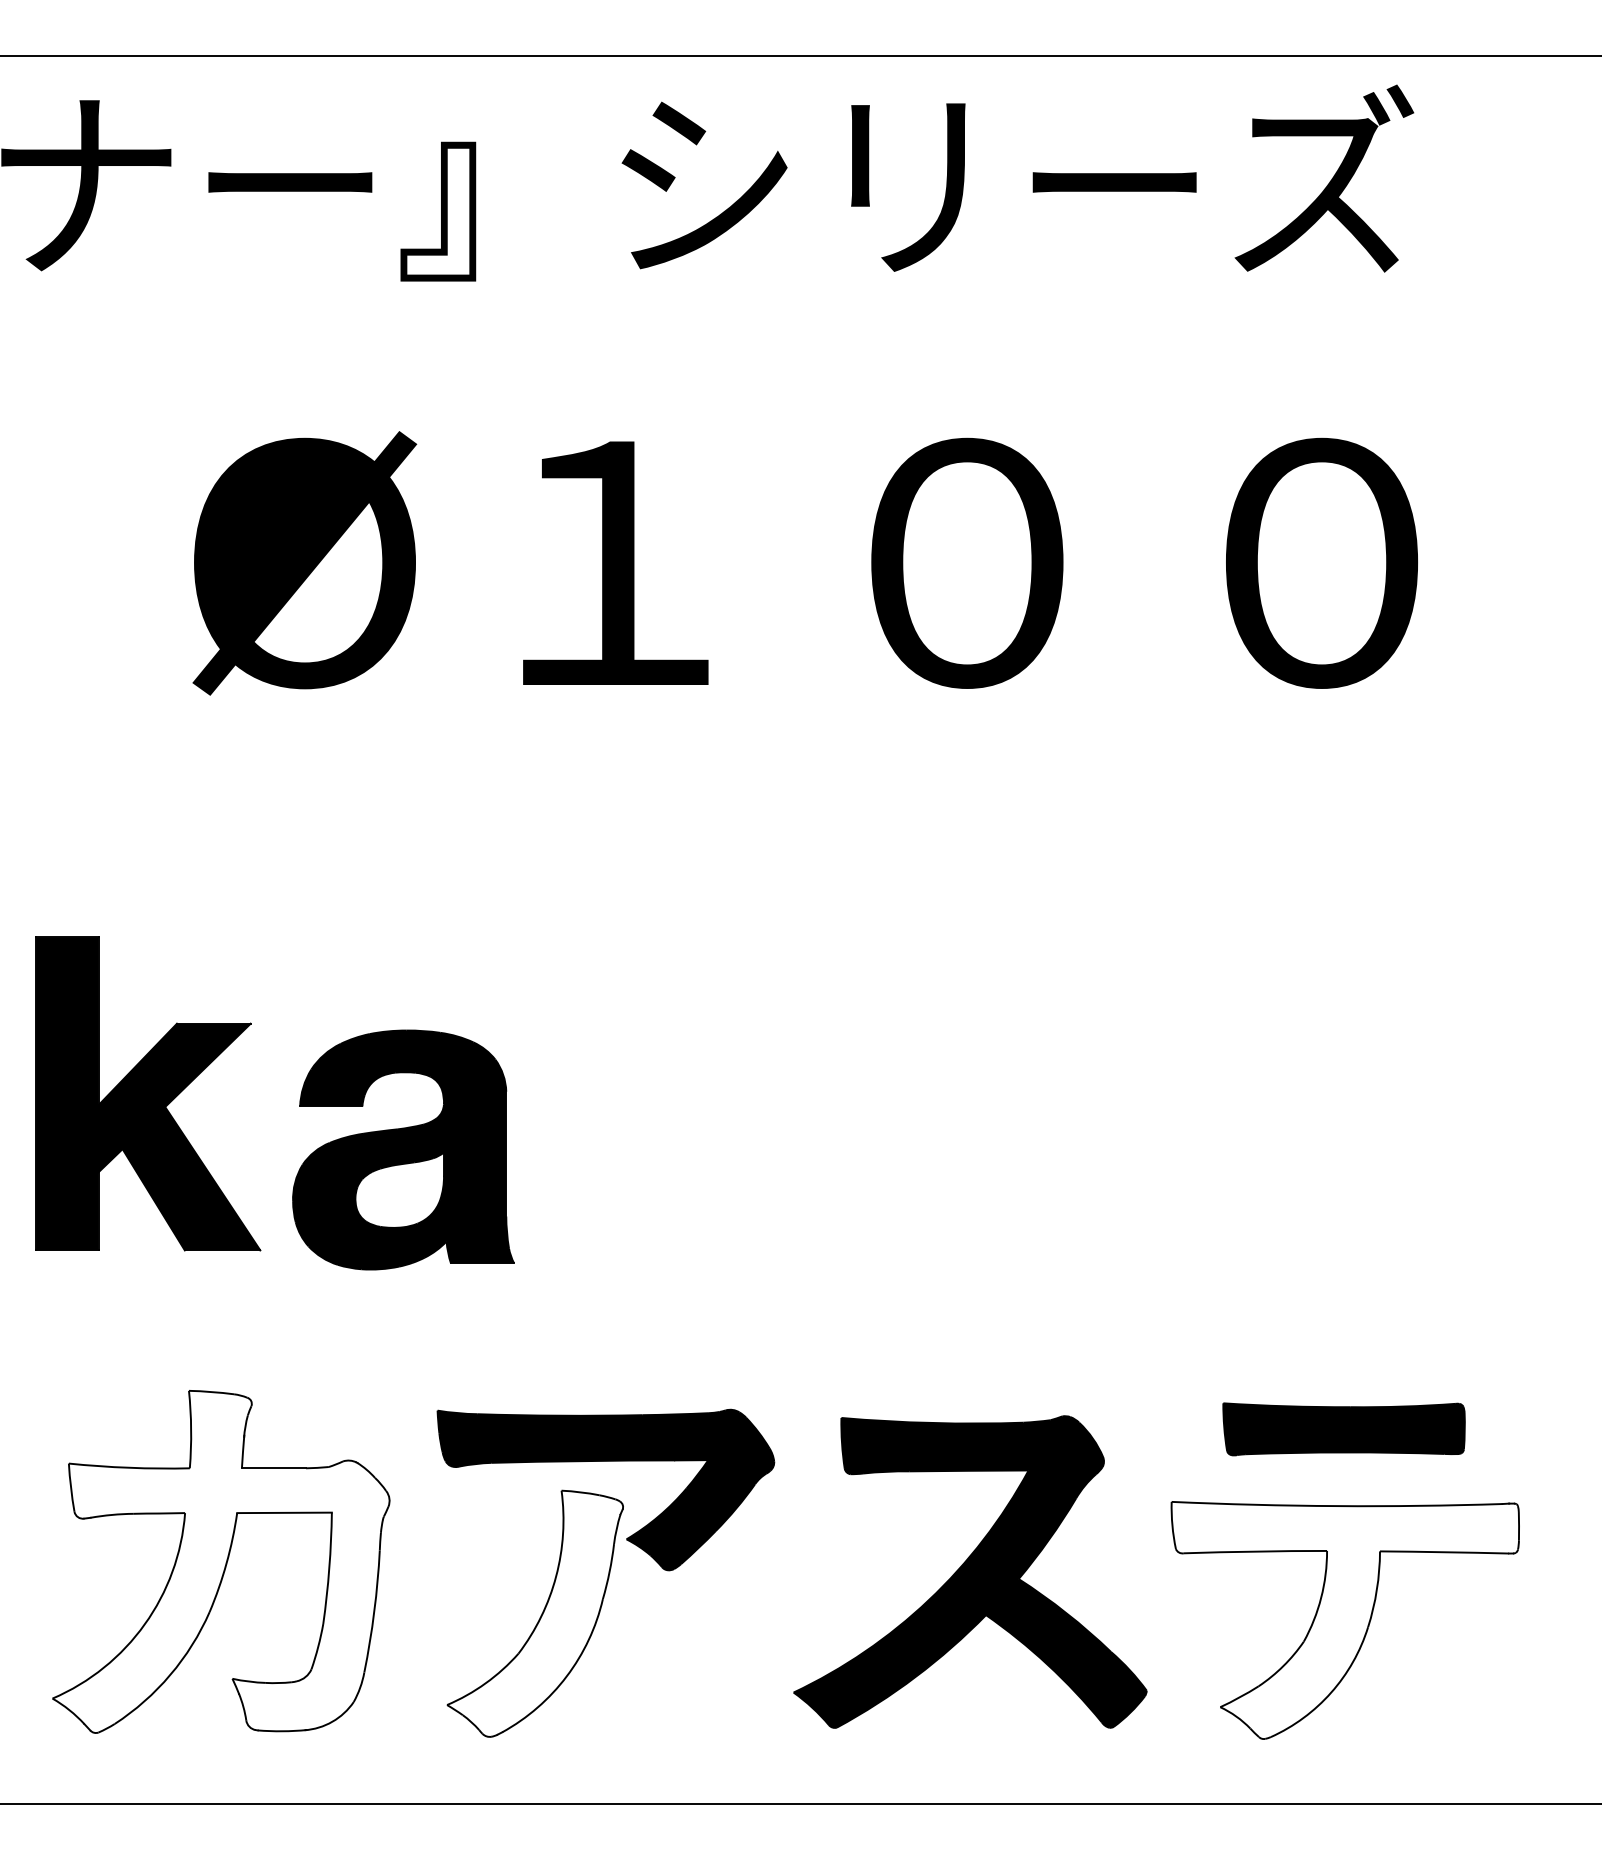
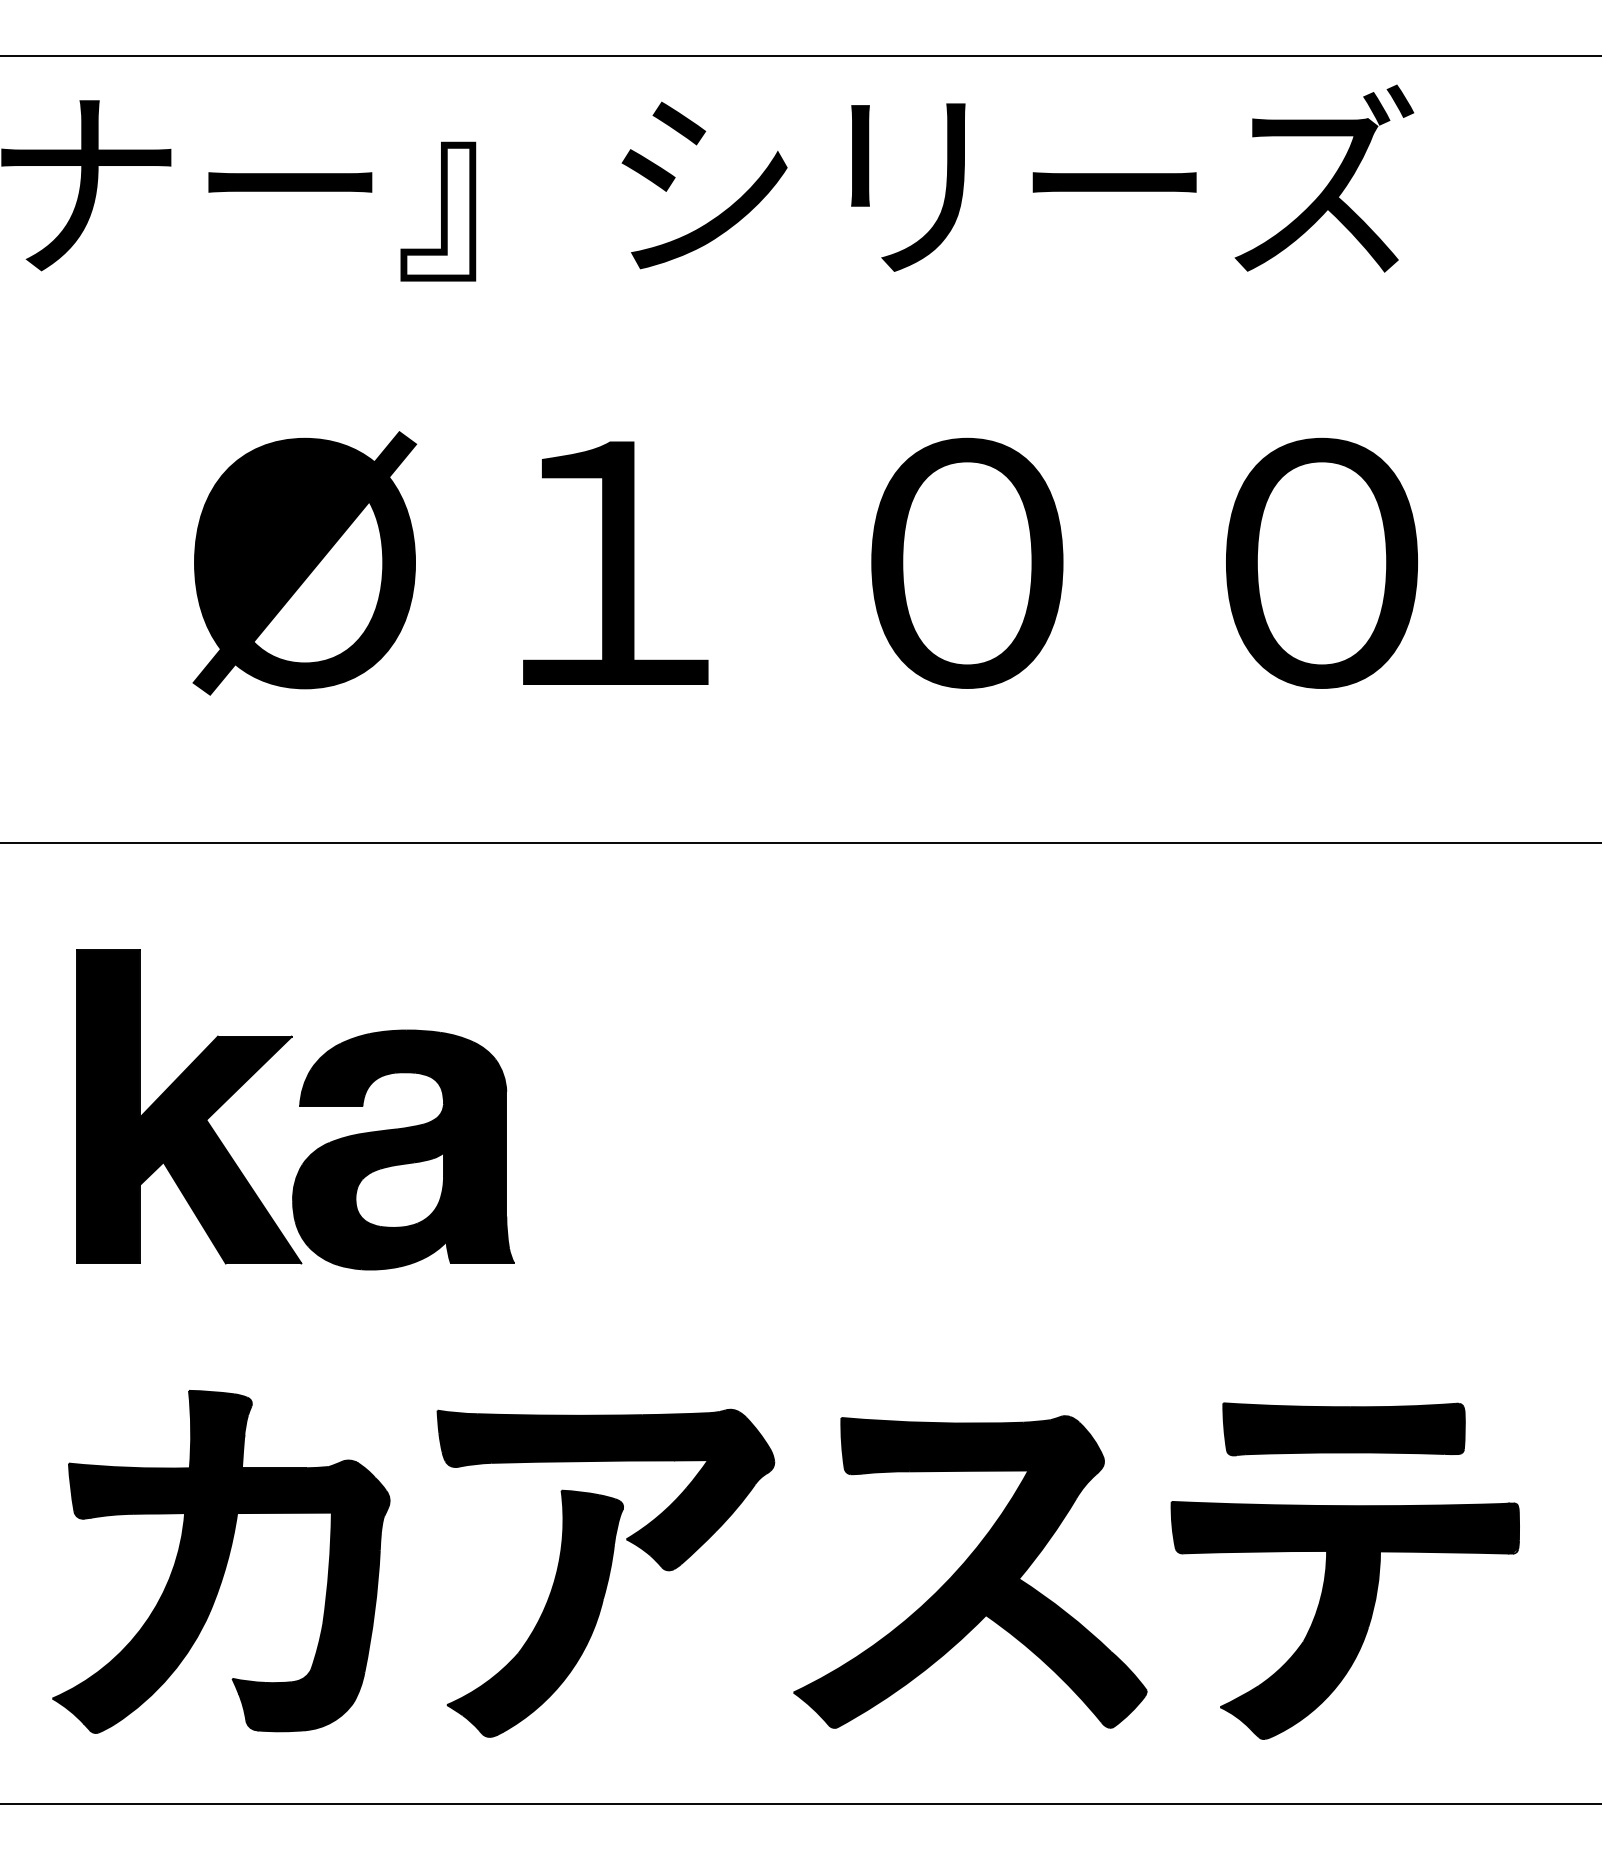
line at (800, 842): none -> present
part at (148, 1093) position: (148, 1093) -> (189, 1106)
fill at (220, 1561): none -> present
fill at (535, 1613): none -> present
fill at (1345, 1620): none -> present
